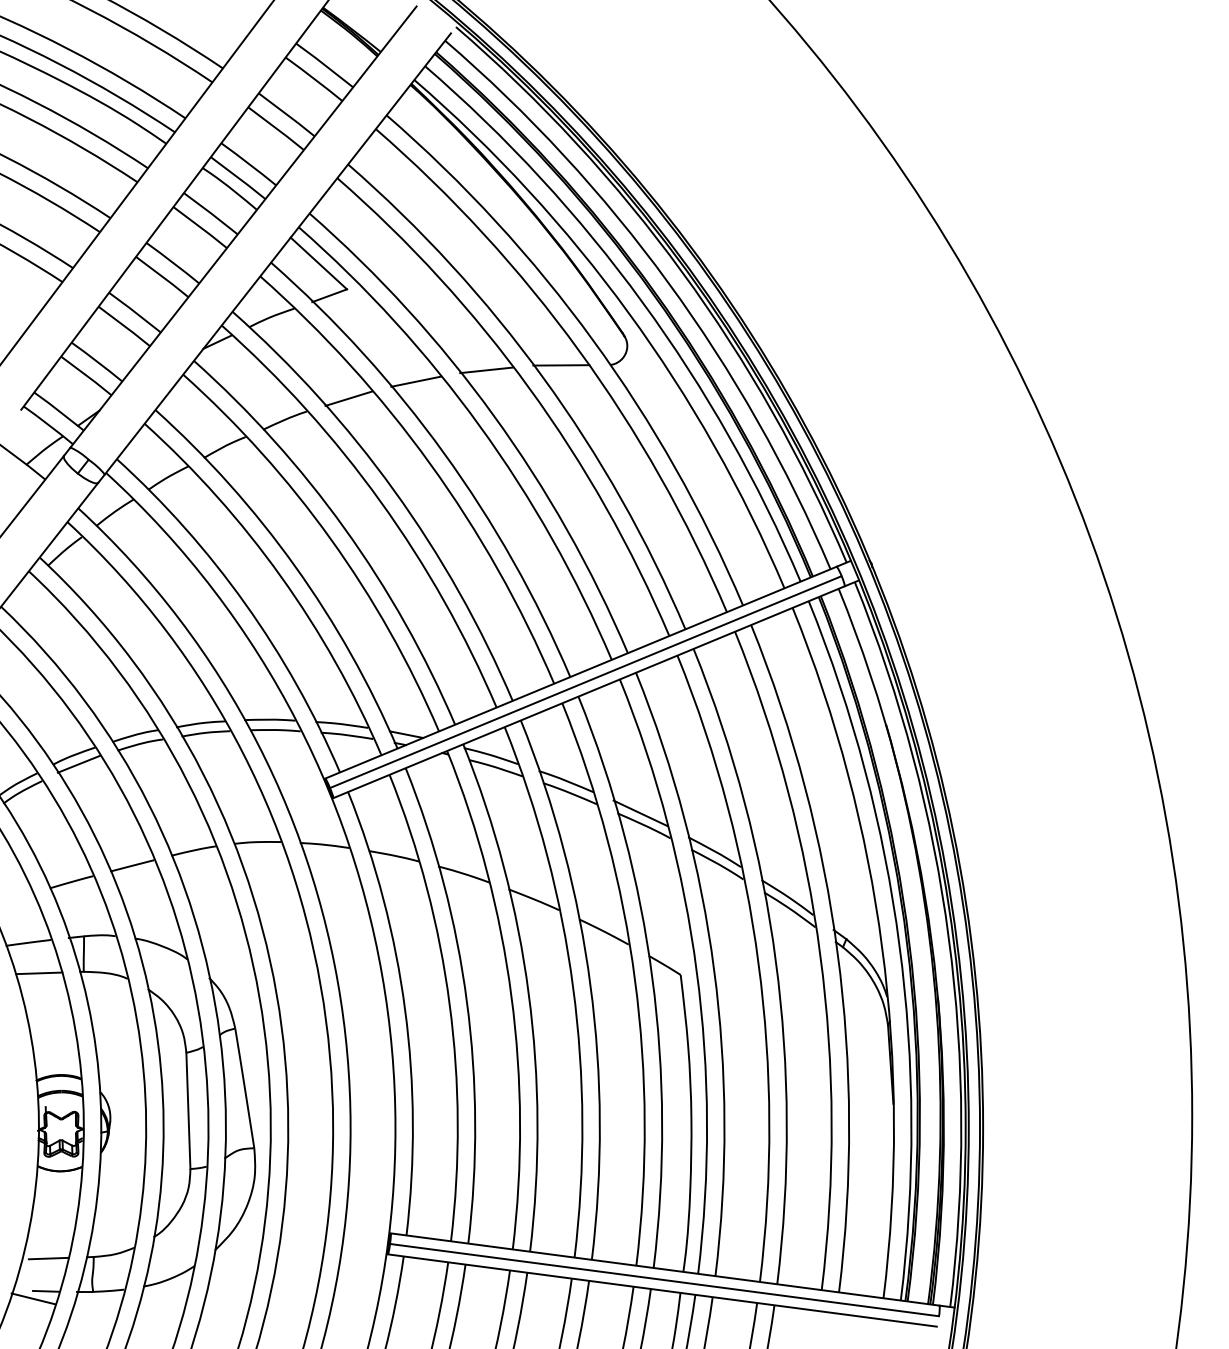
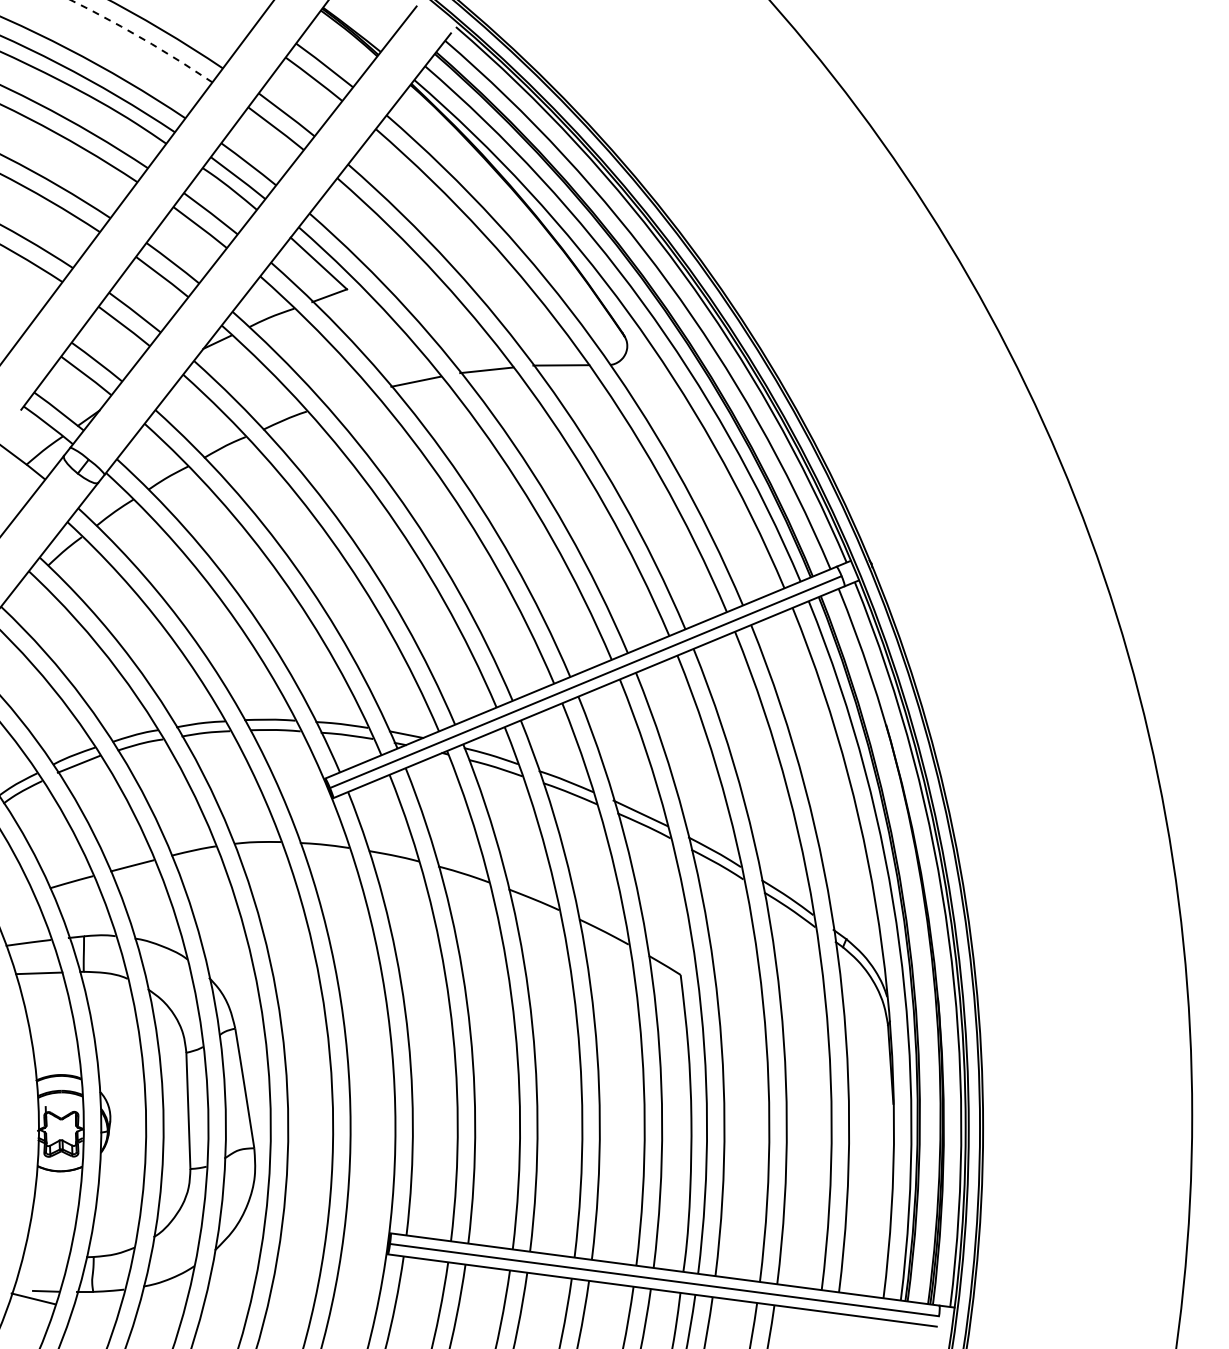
arc at (142, 38): solid -> dashed
line at (348, 398): present -> none
line at (48, 1258): present -> none
